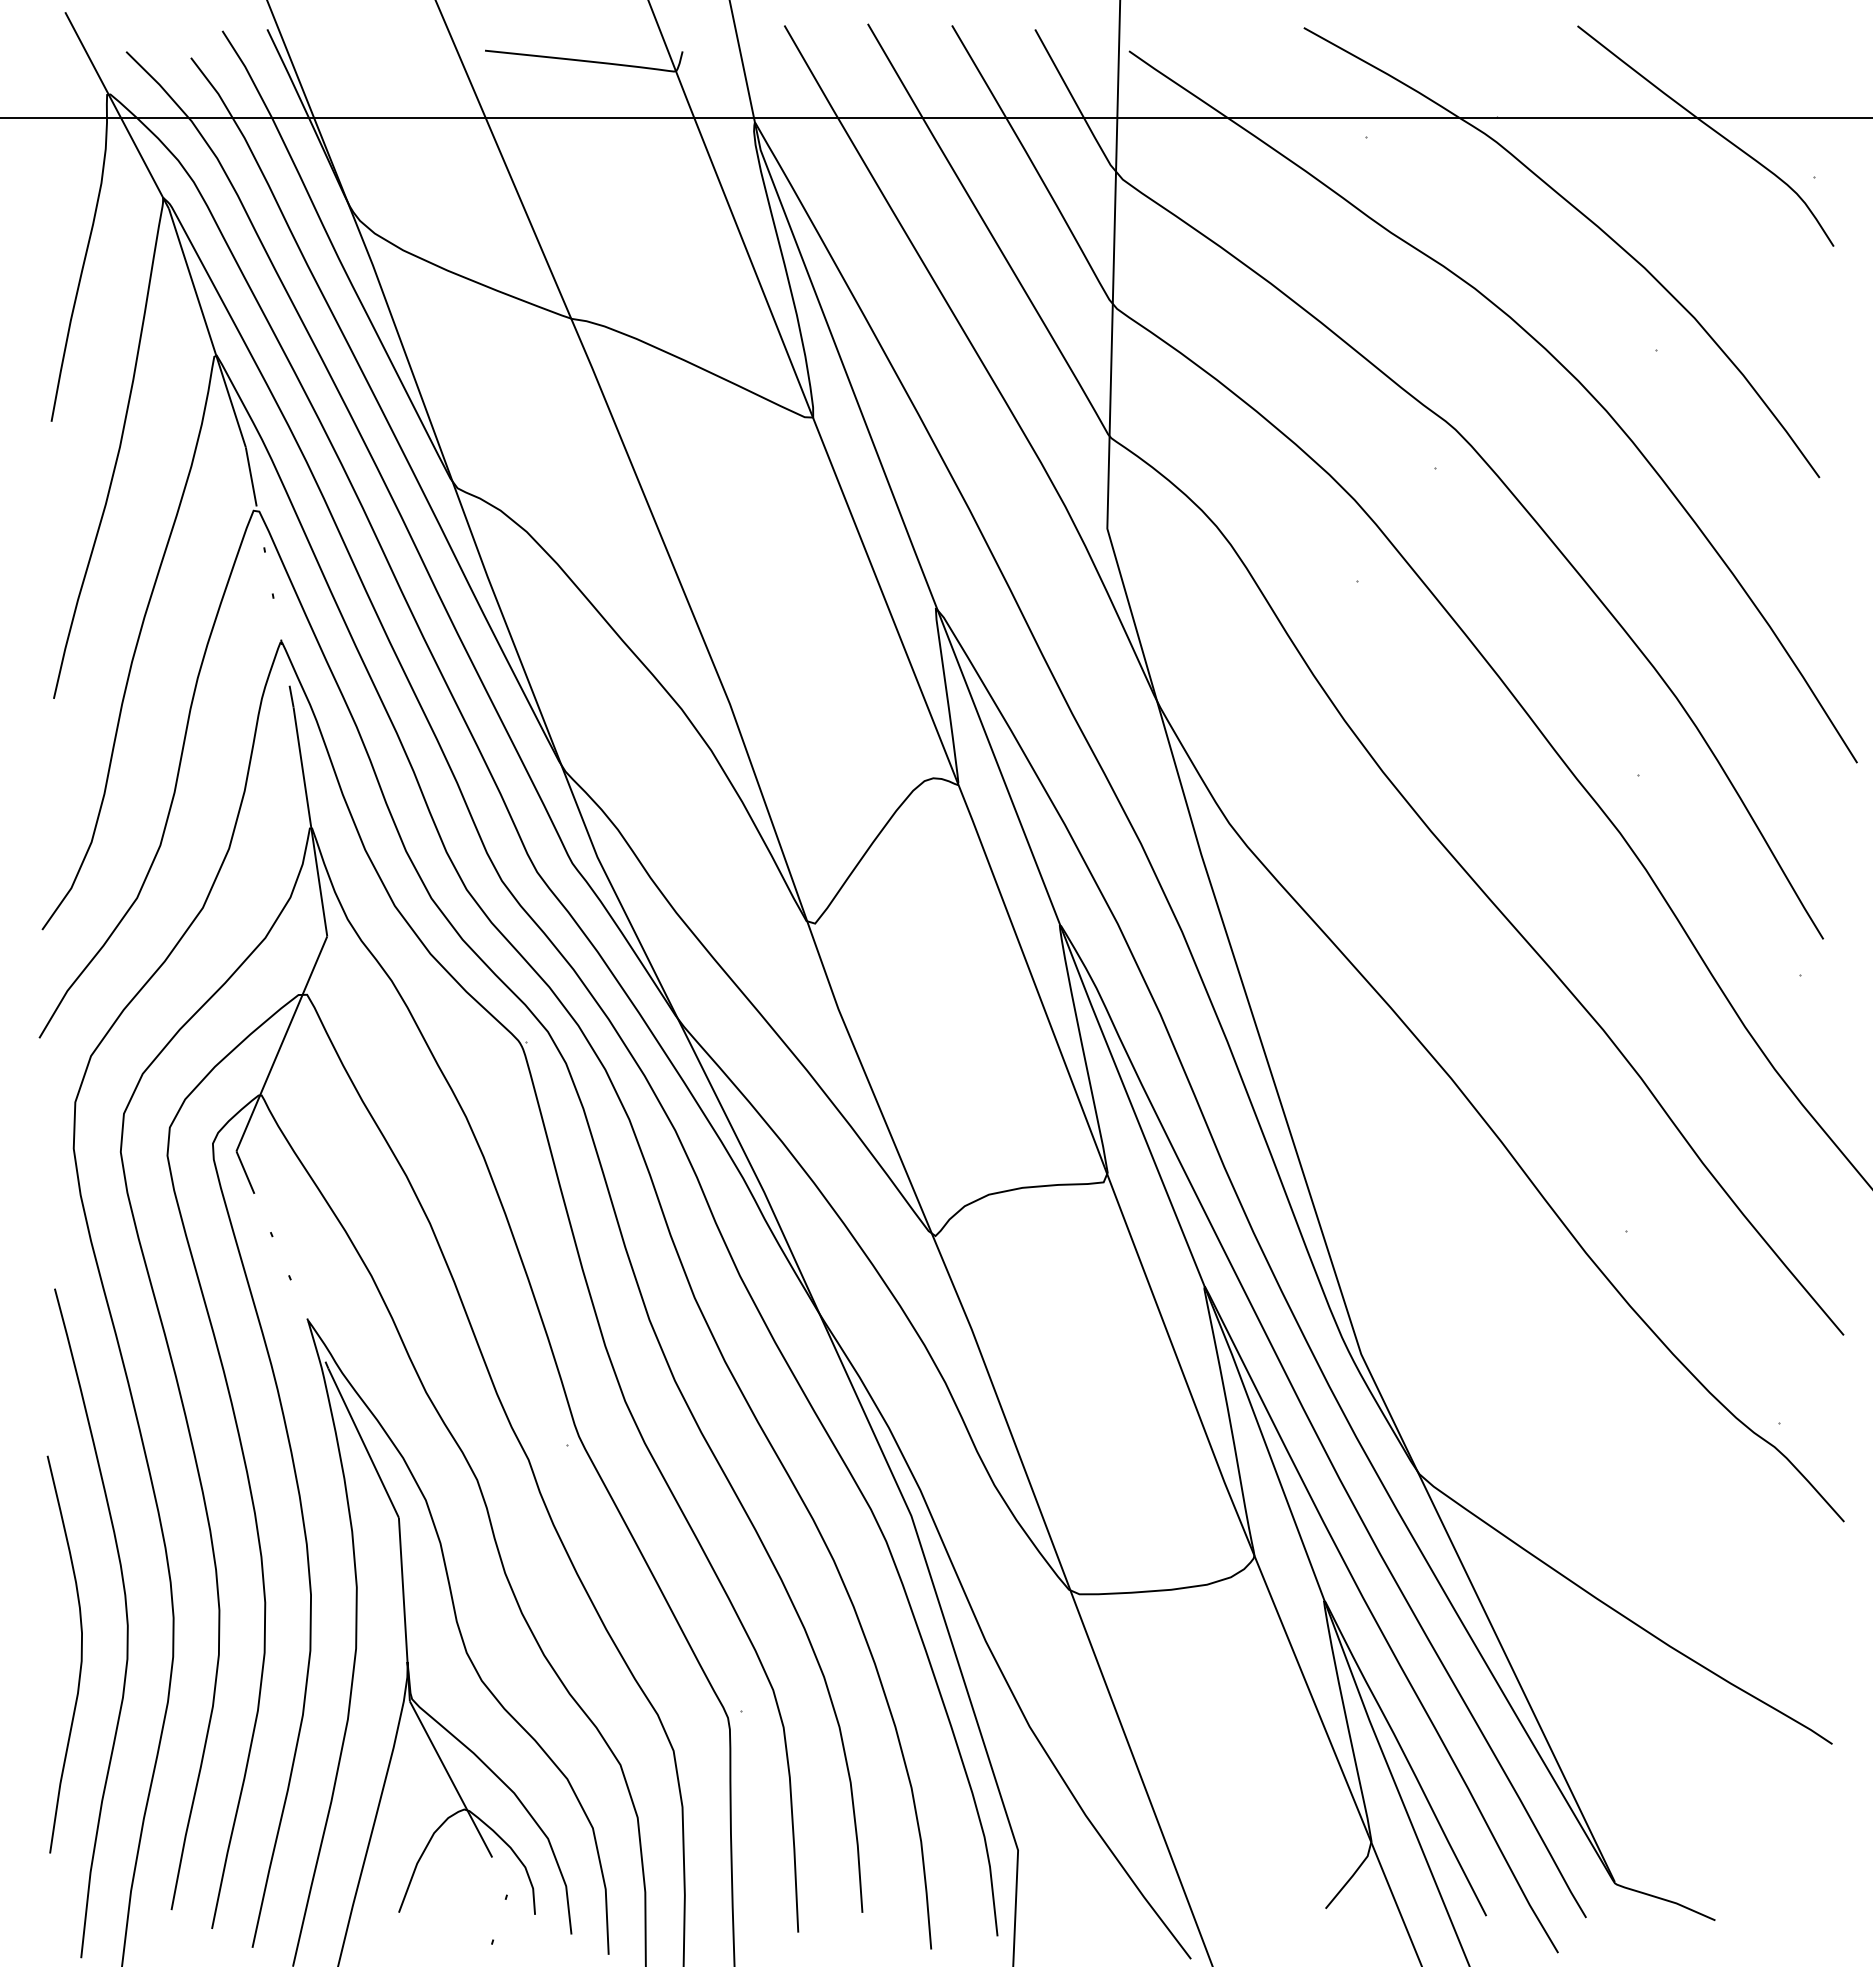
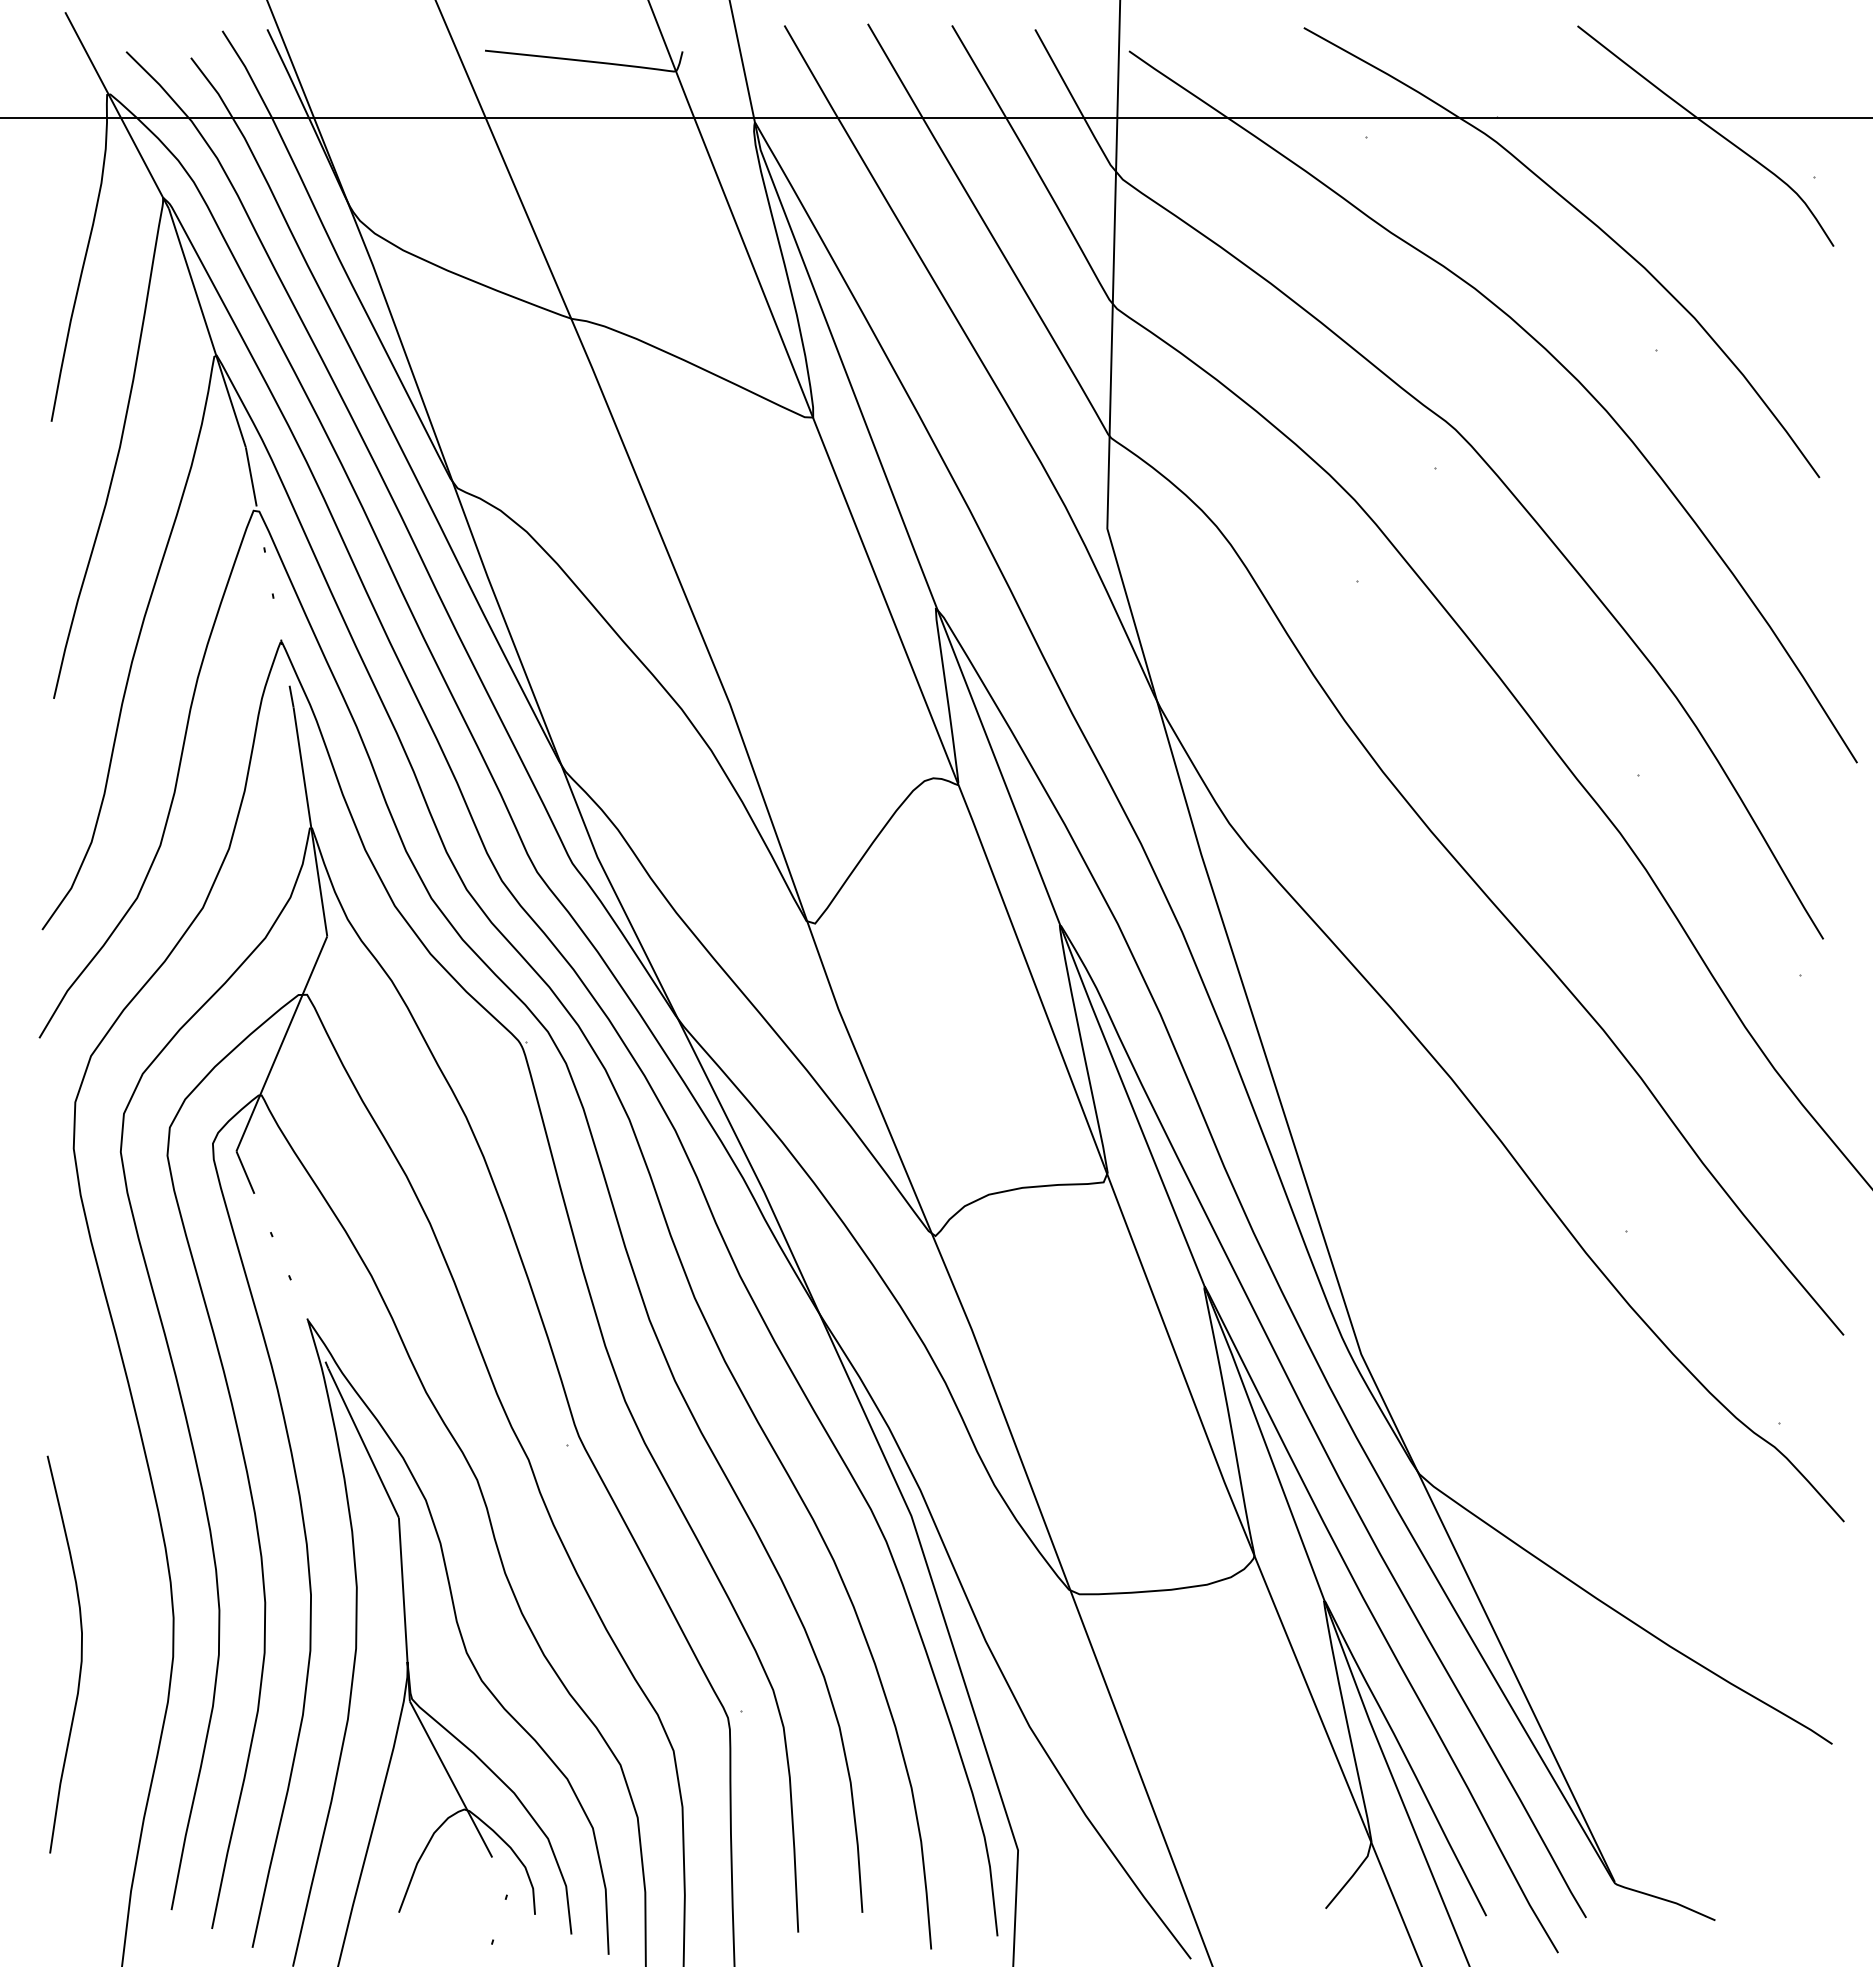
curve at (126, 1623): present -> none
